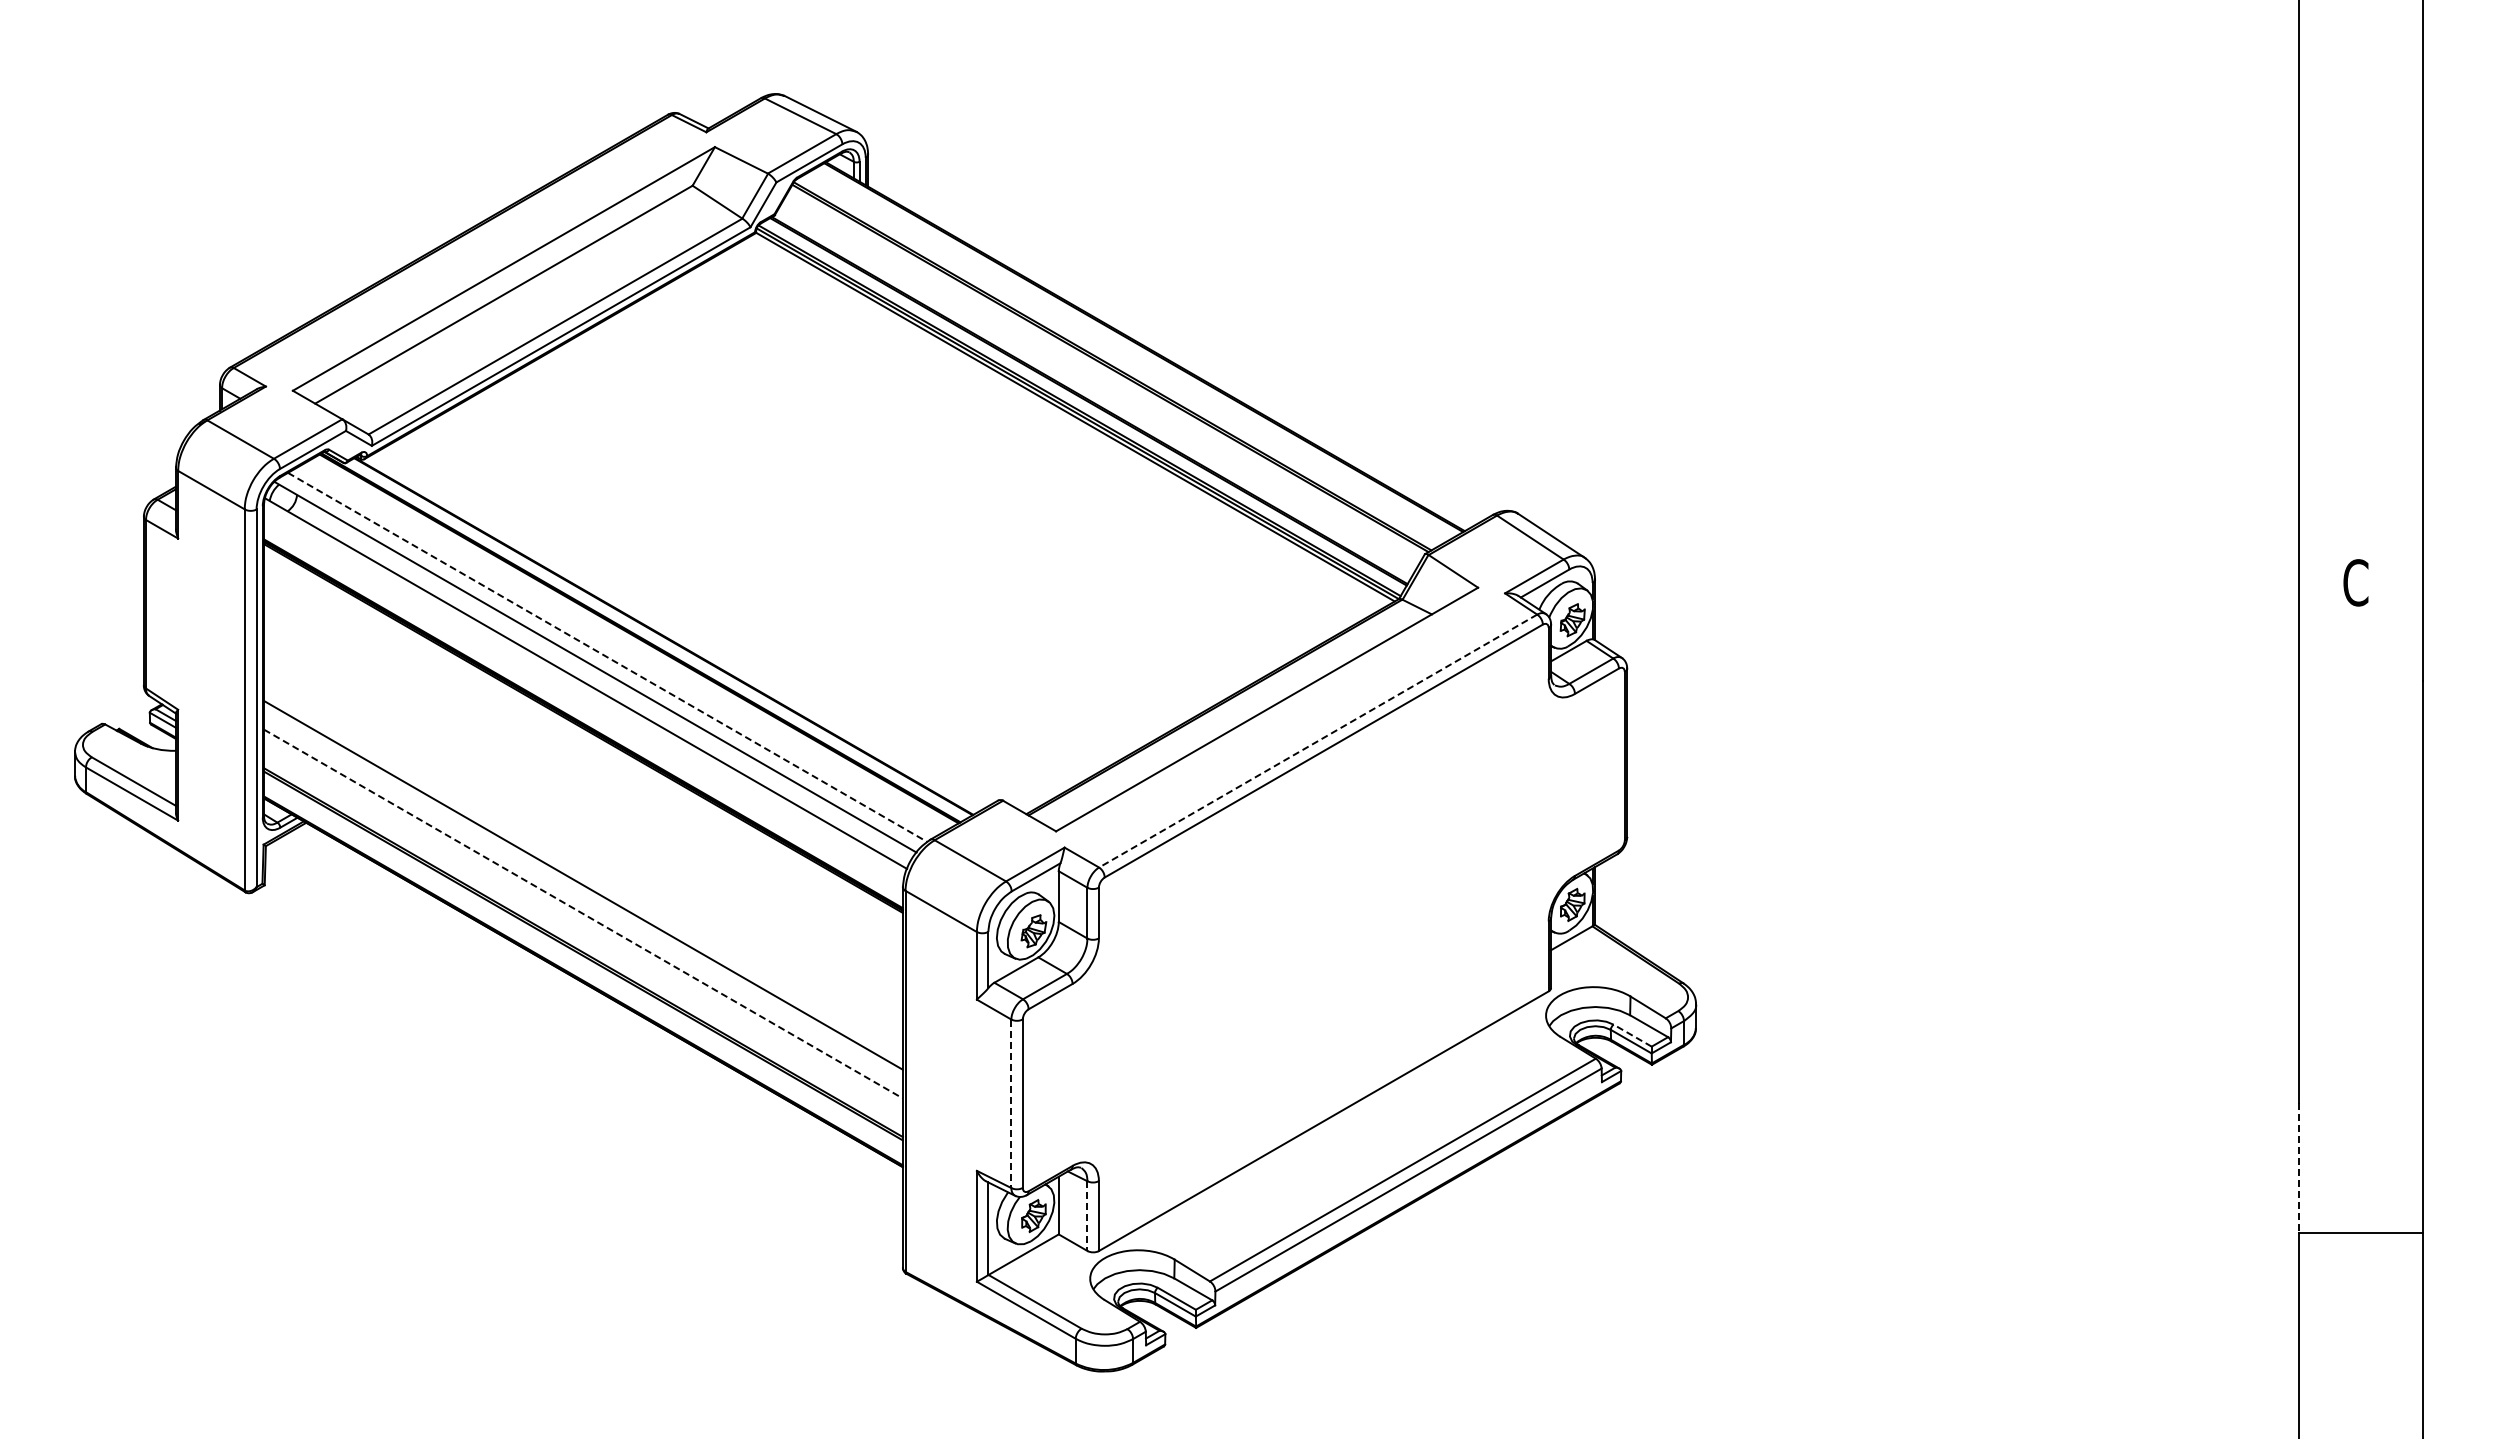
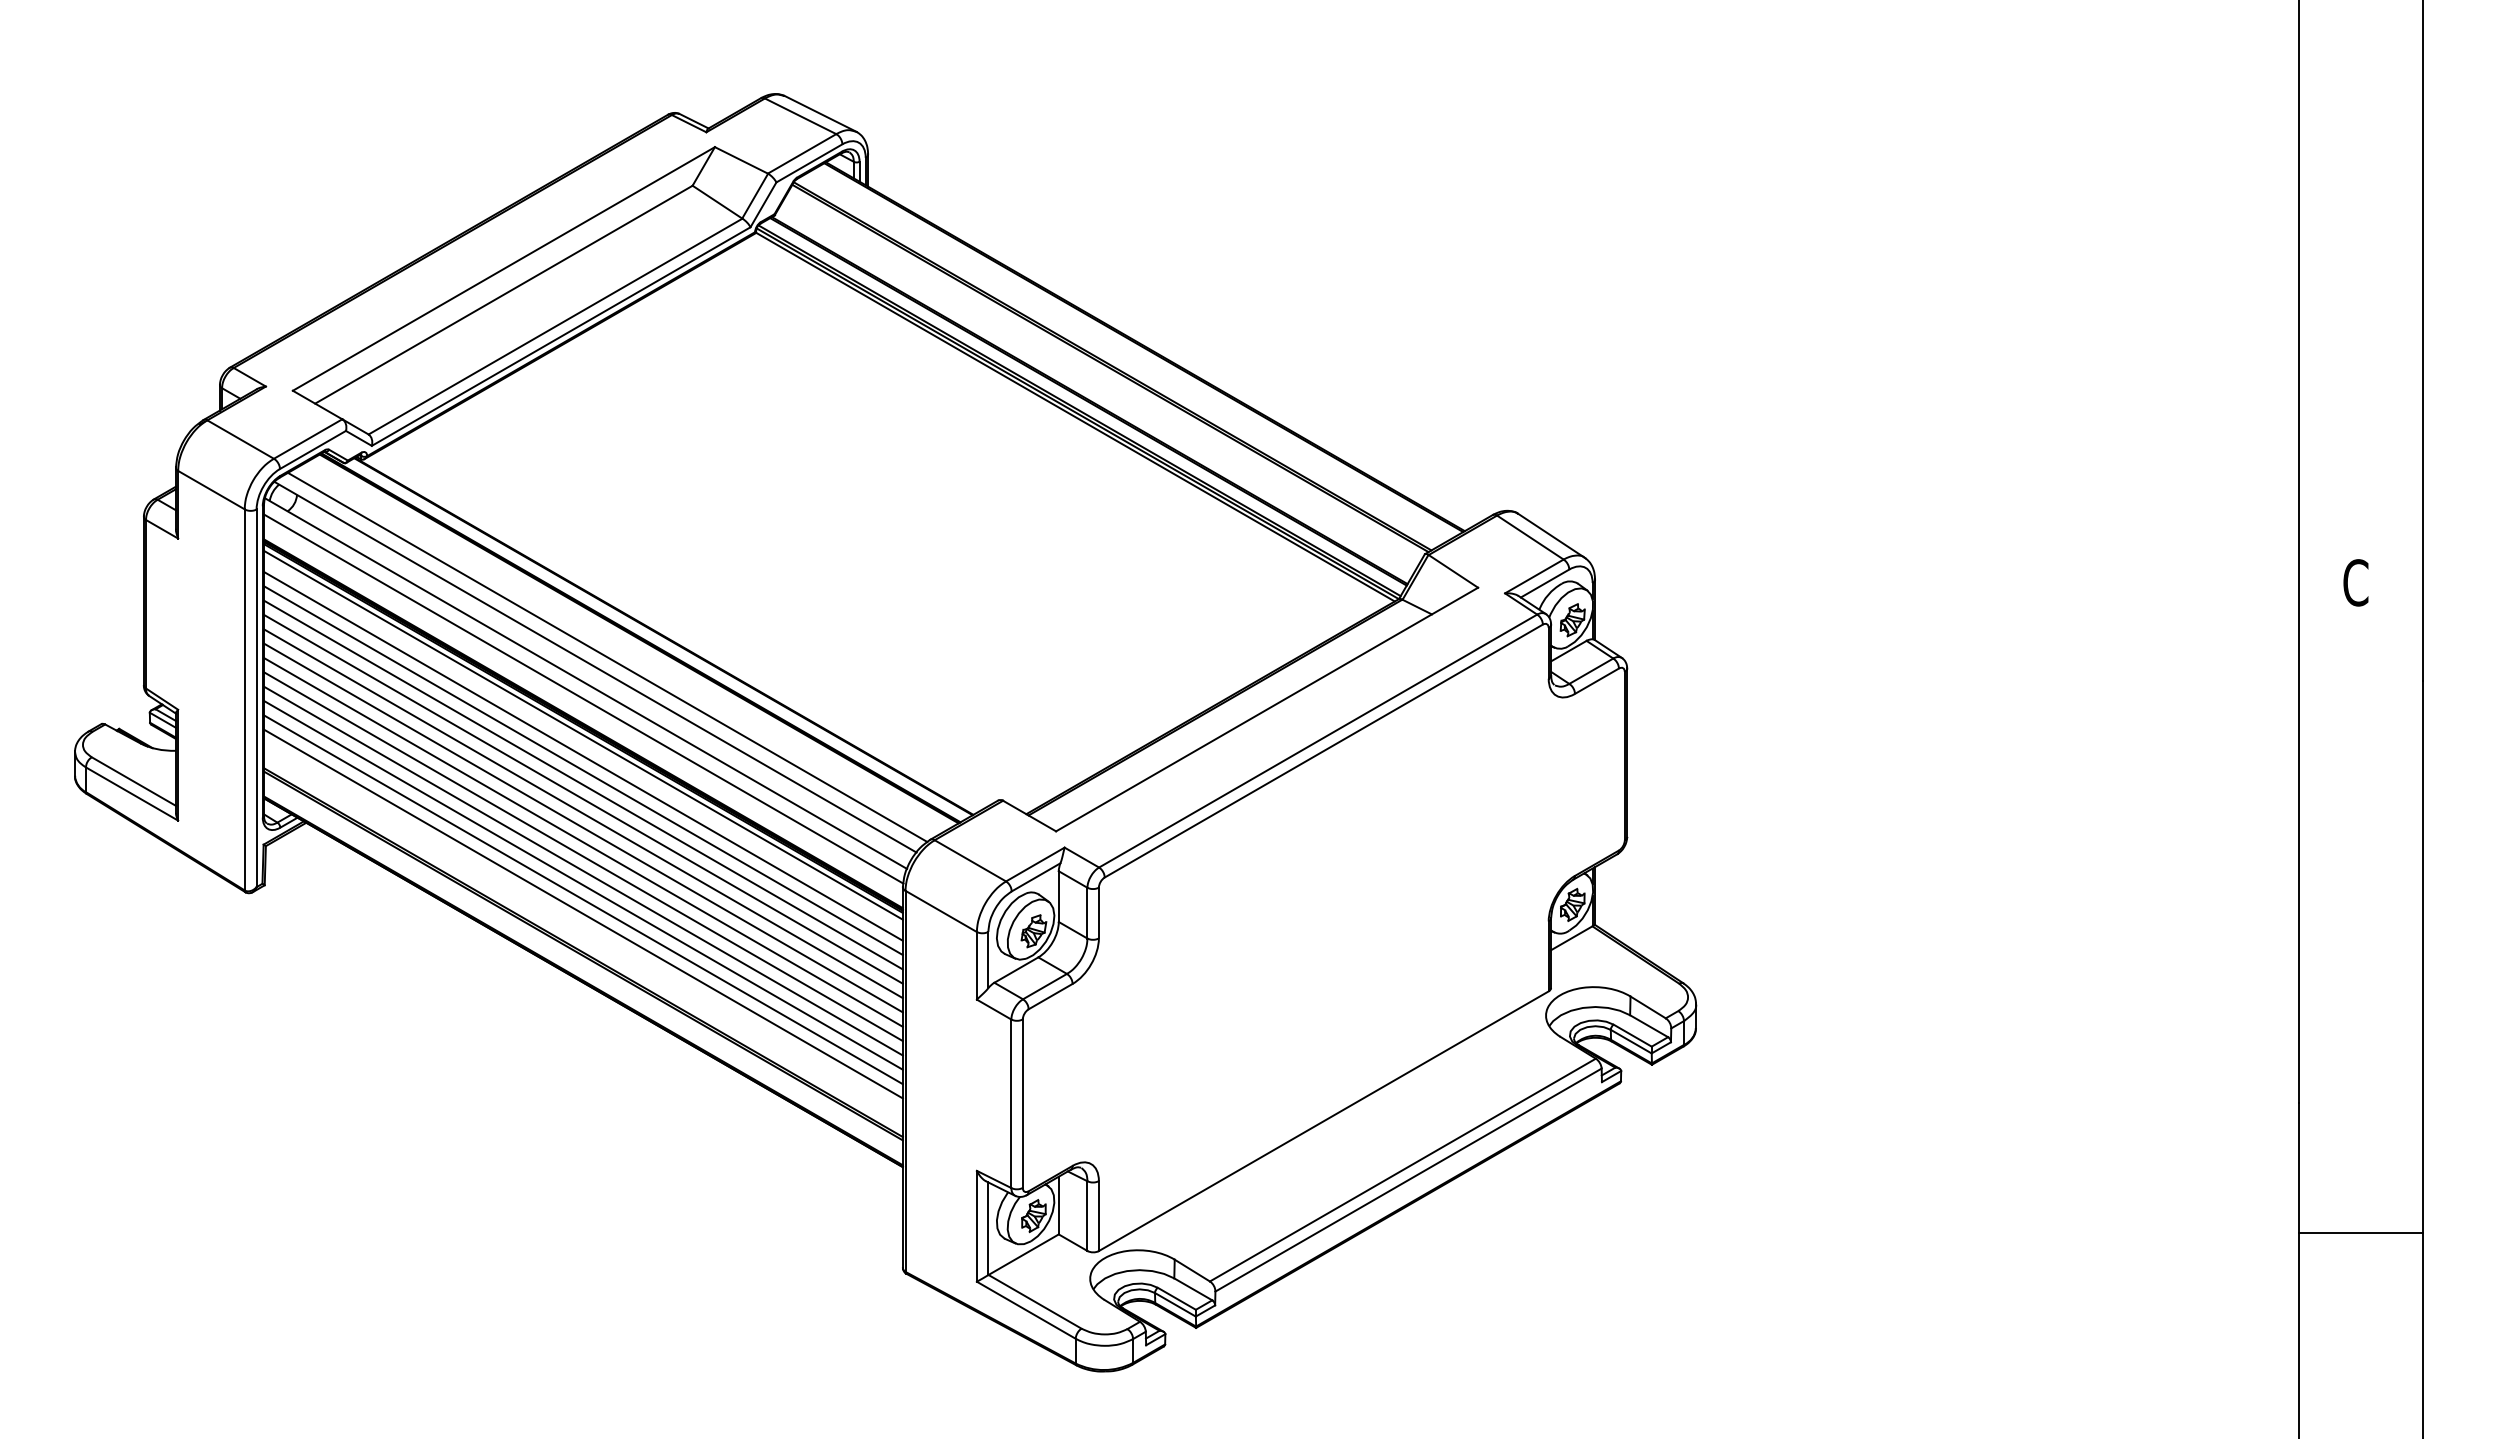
line at (608, 657): dashed -> solid
line at (583, 698): none -> present
line at (582, 734): none -> present
line at (1318, 741): dashed -> solid
line at (582, 755): none -> present
line at (582, 770): none -> present
line at (582, 784): none -> present
line at (582, 798): none -> present
line at (582, 813): none -> present
line at (582, 827): none -> present
line at (582, 842): none -> present
line at (582, 856): none -> present
line at (582, 870): none -> present
line at (582, 899): none -> present
line at (583, 914): dashed -> solid
line at (1632, 1035): dashed -> solid
line at (1011, 1104): dashed -> solid
line at (2299, 1168): dashed -> solid
line at (1087, 1216): dashed -> solid
